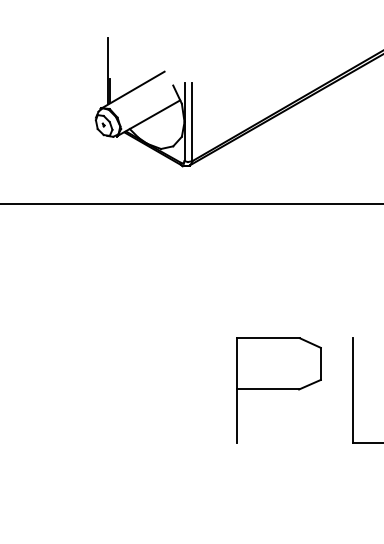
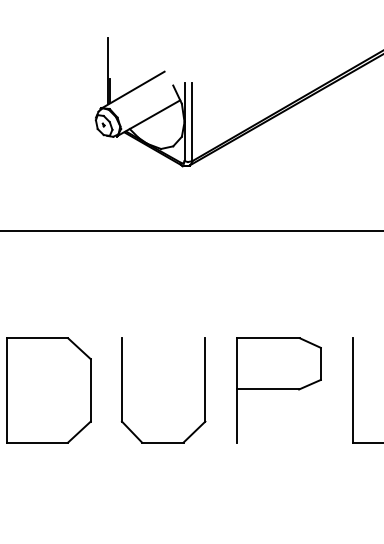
line at (191, 204) position: (191, 204) -> (191, 231)
part at (48, 390): none -> present
part at (122, 390): none -> present
